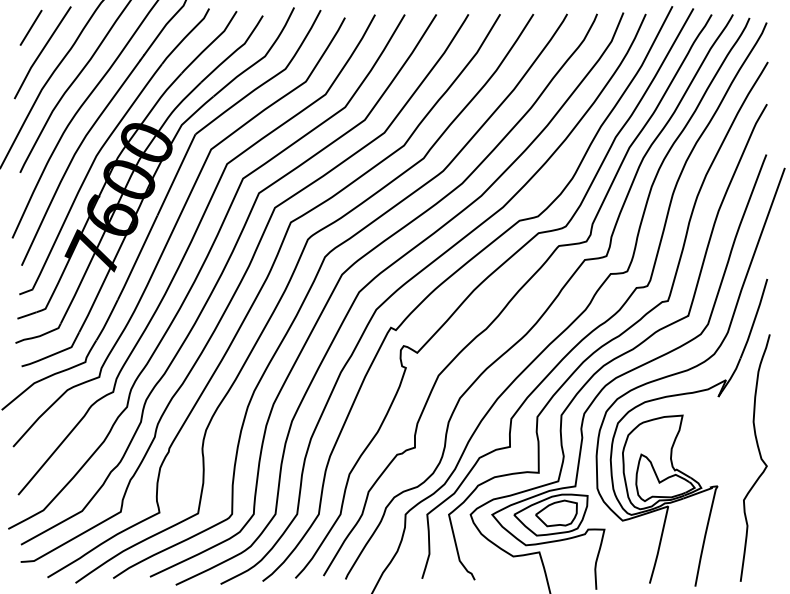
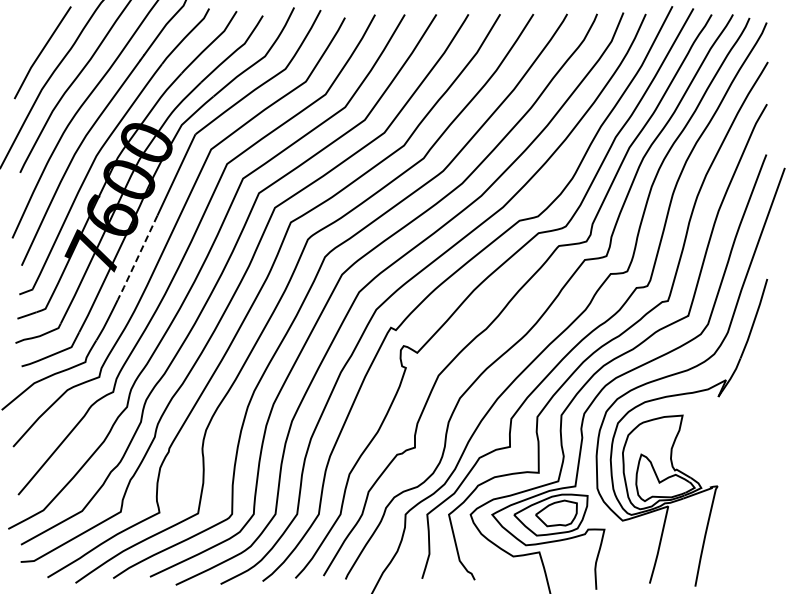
line at (30, 27): present -> none
line at (137, 259): solid -> dashed
curve at (759, 456): present -> none
